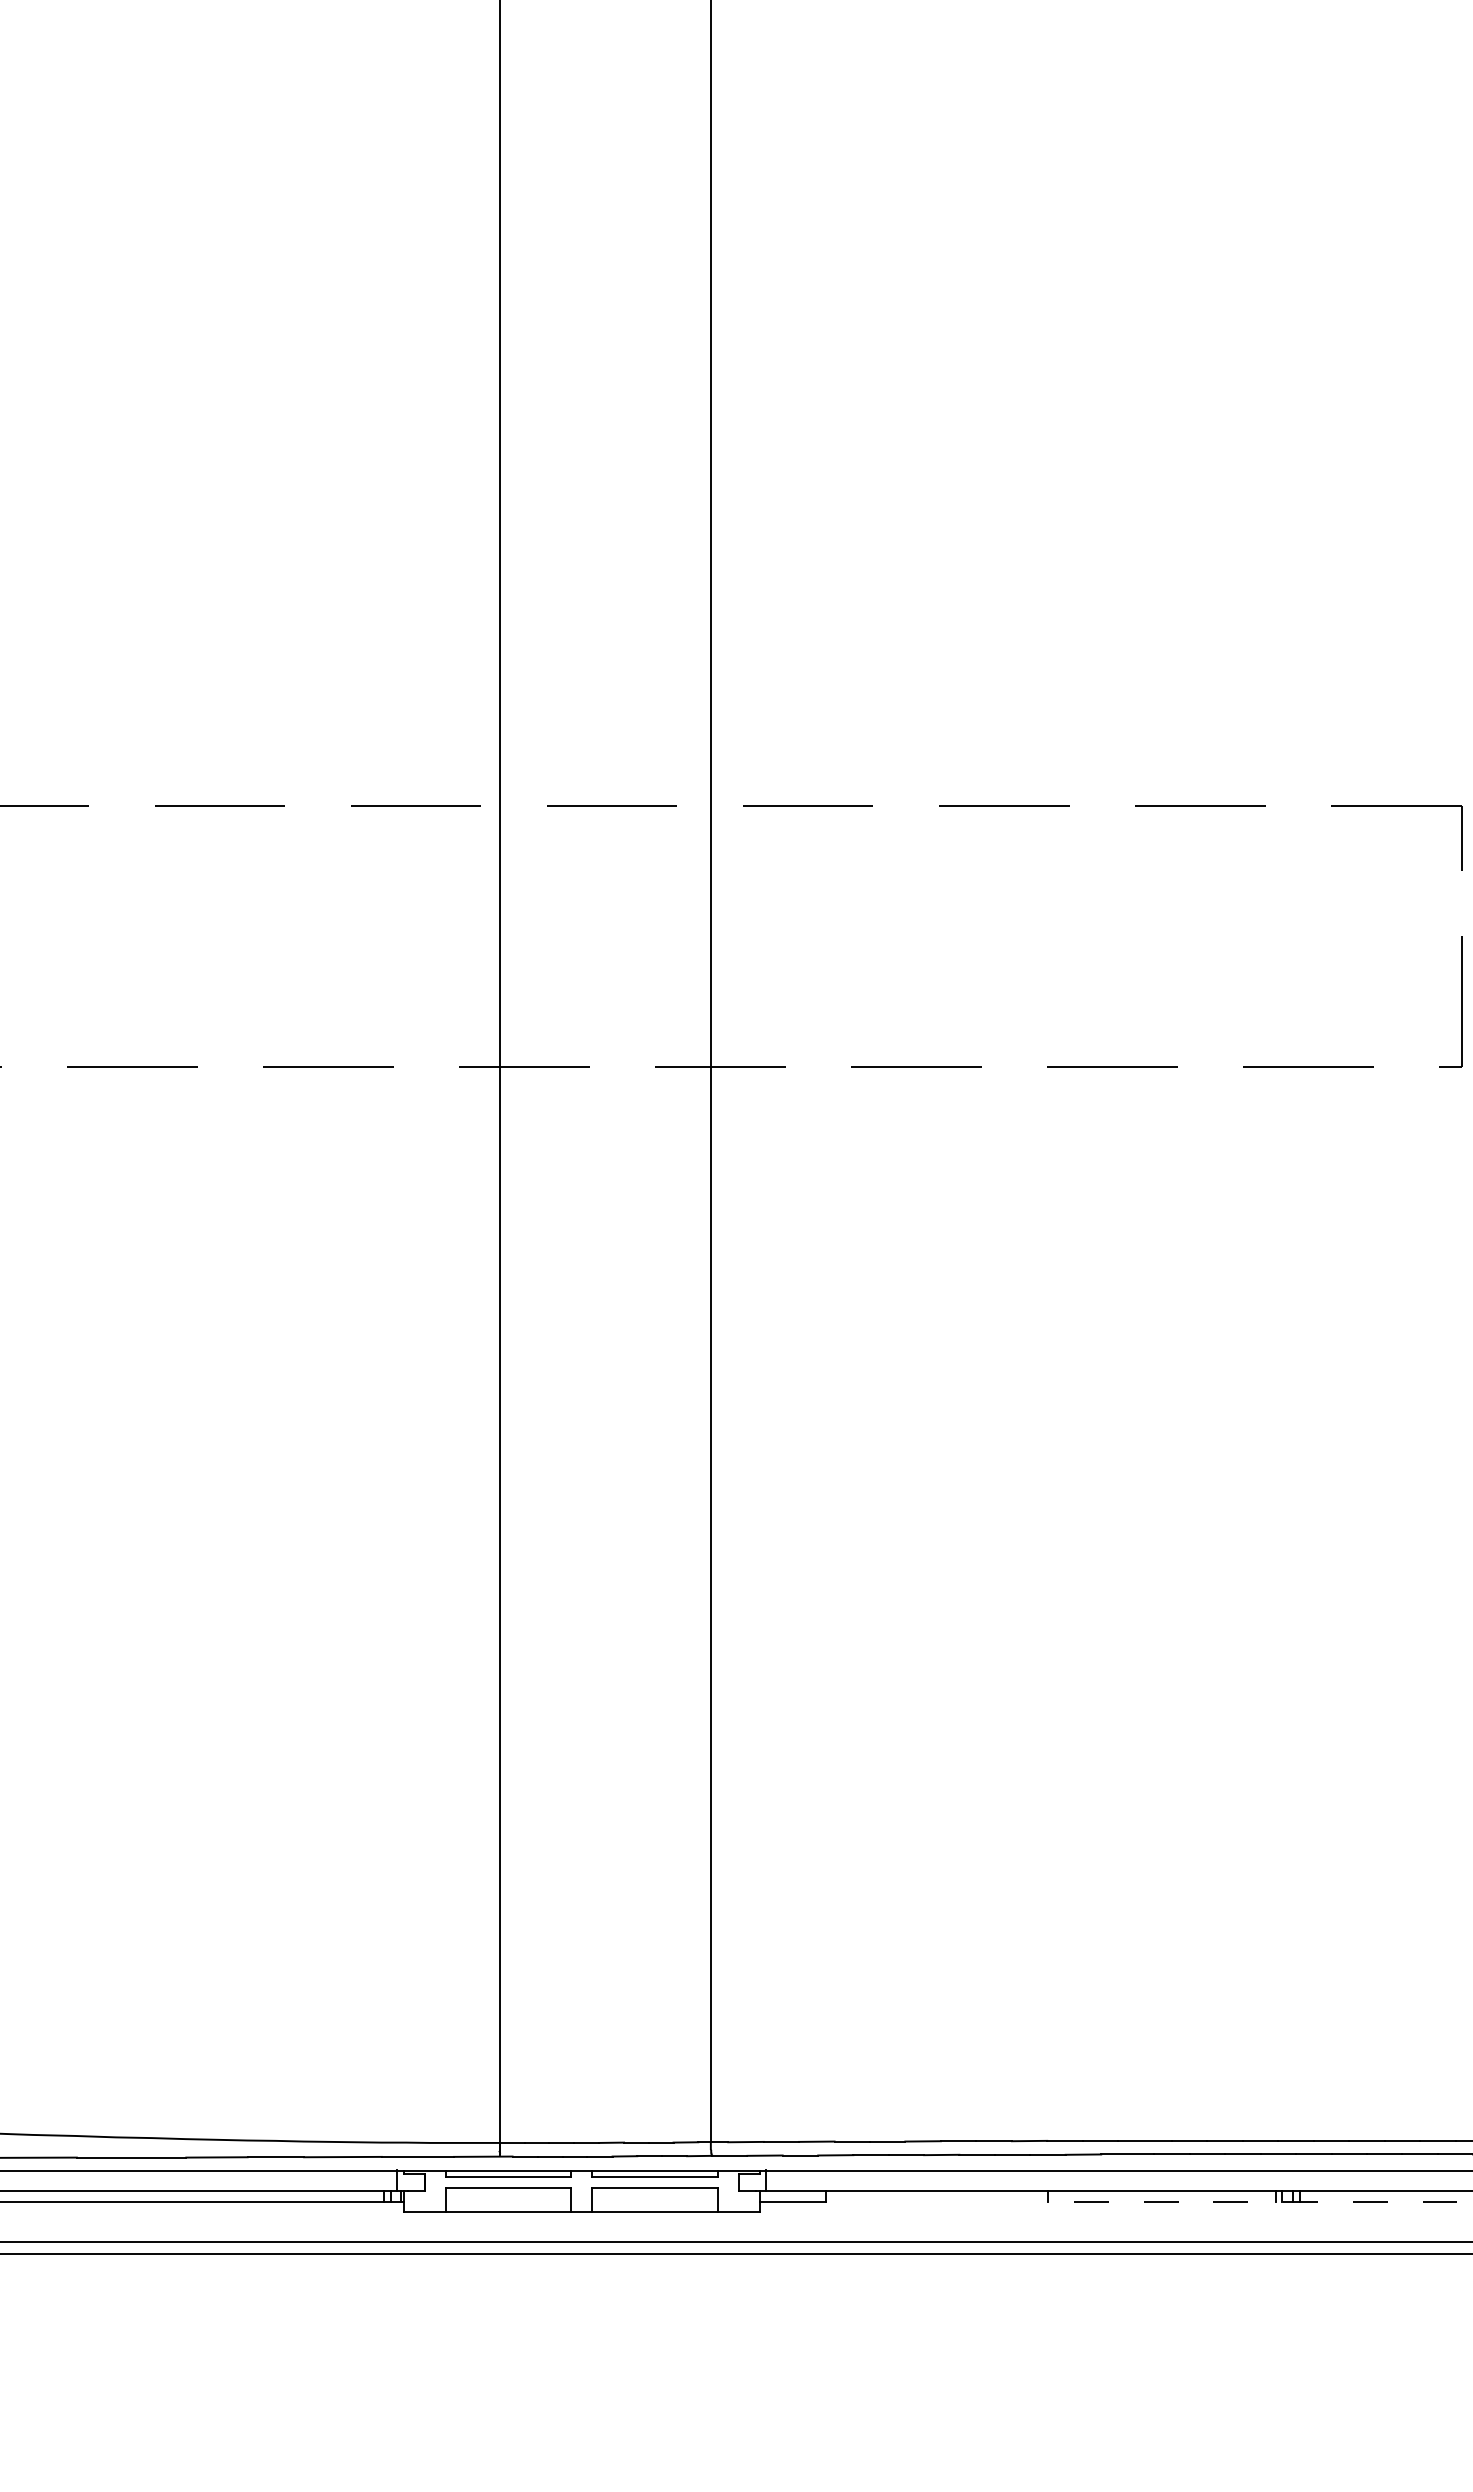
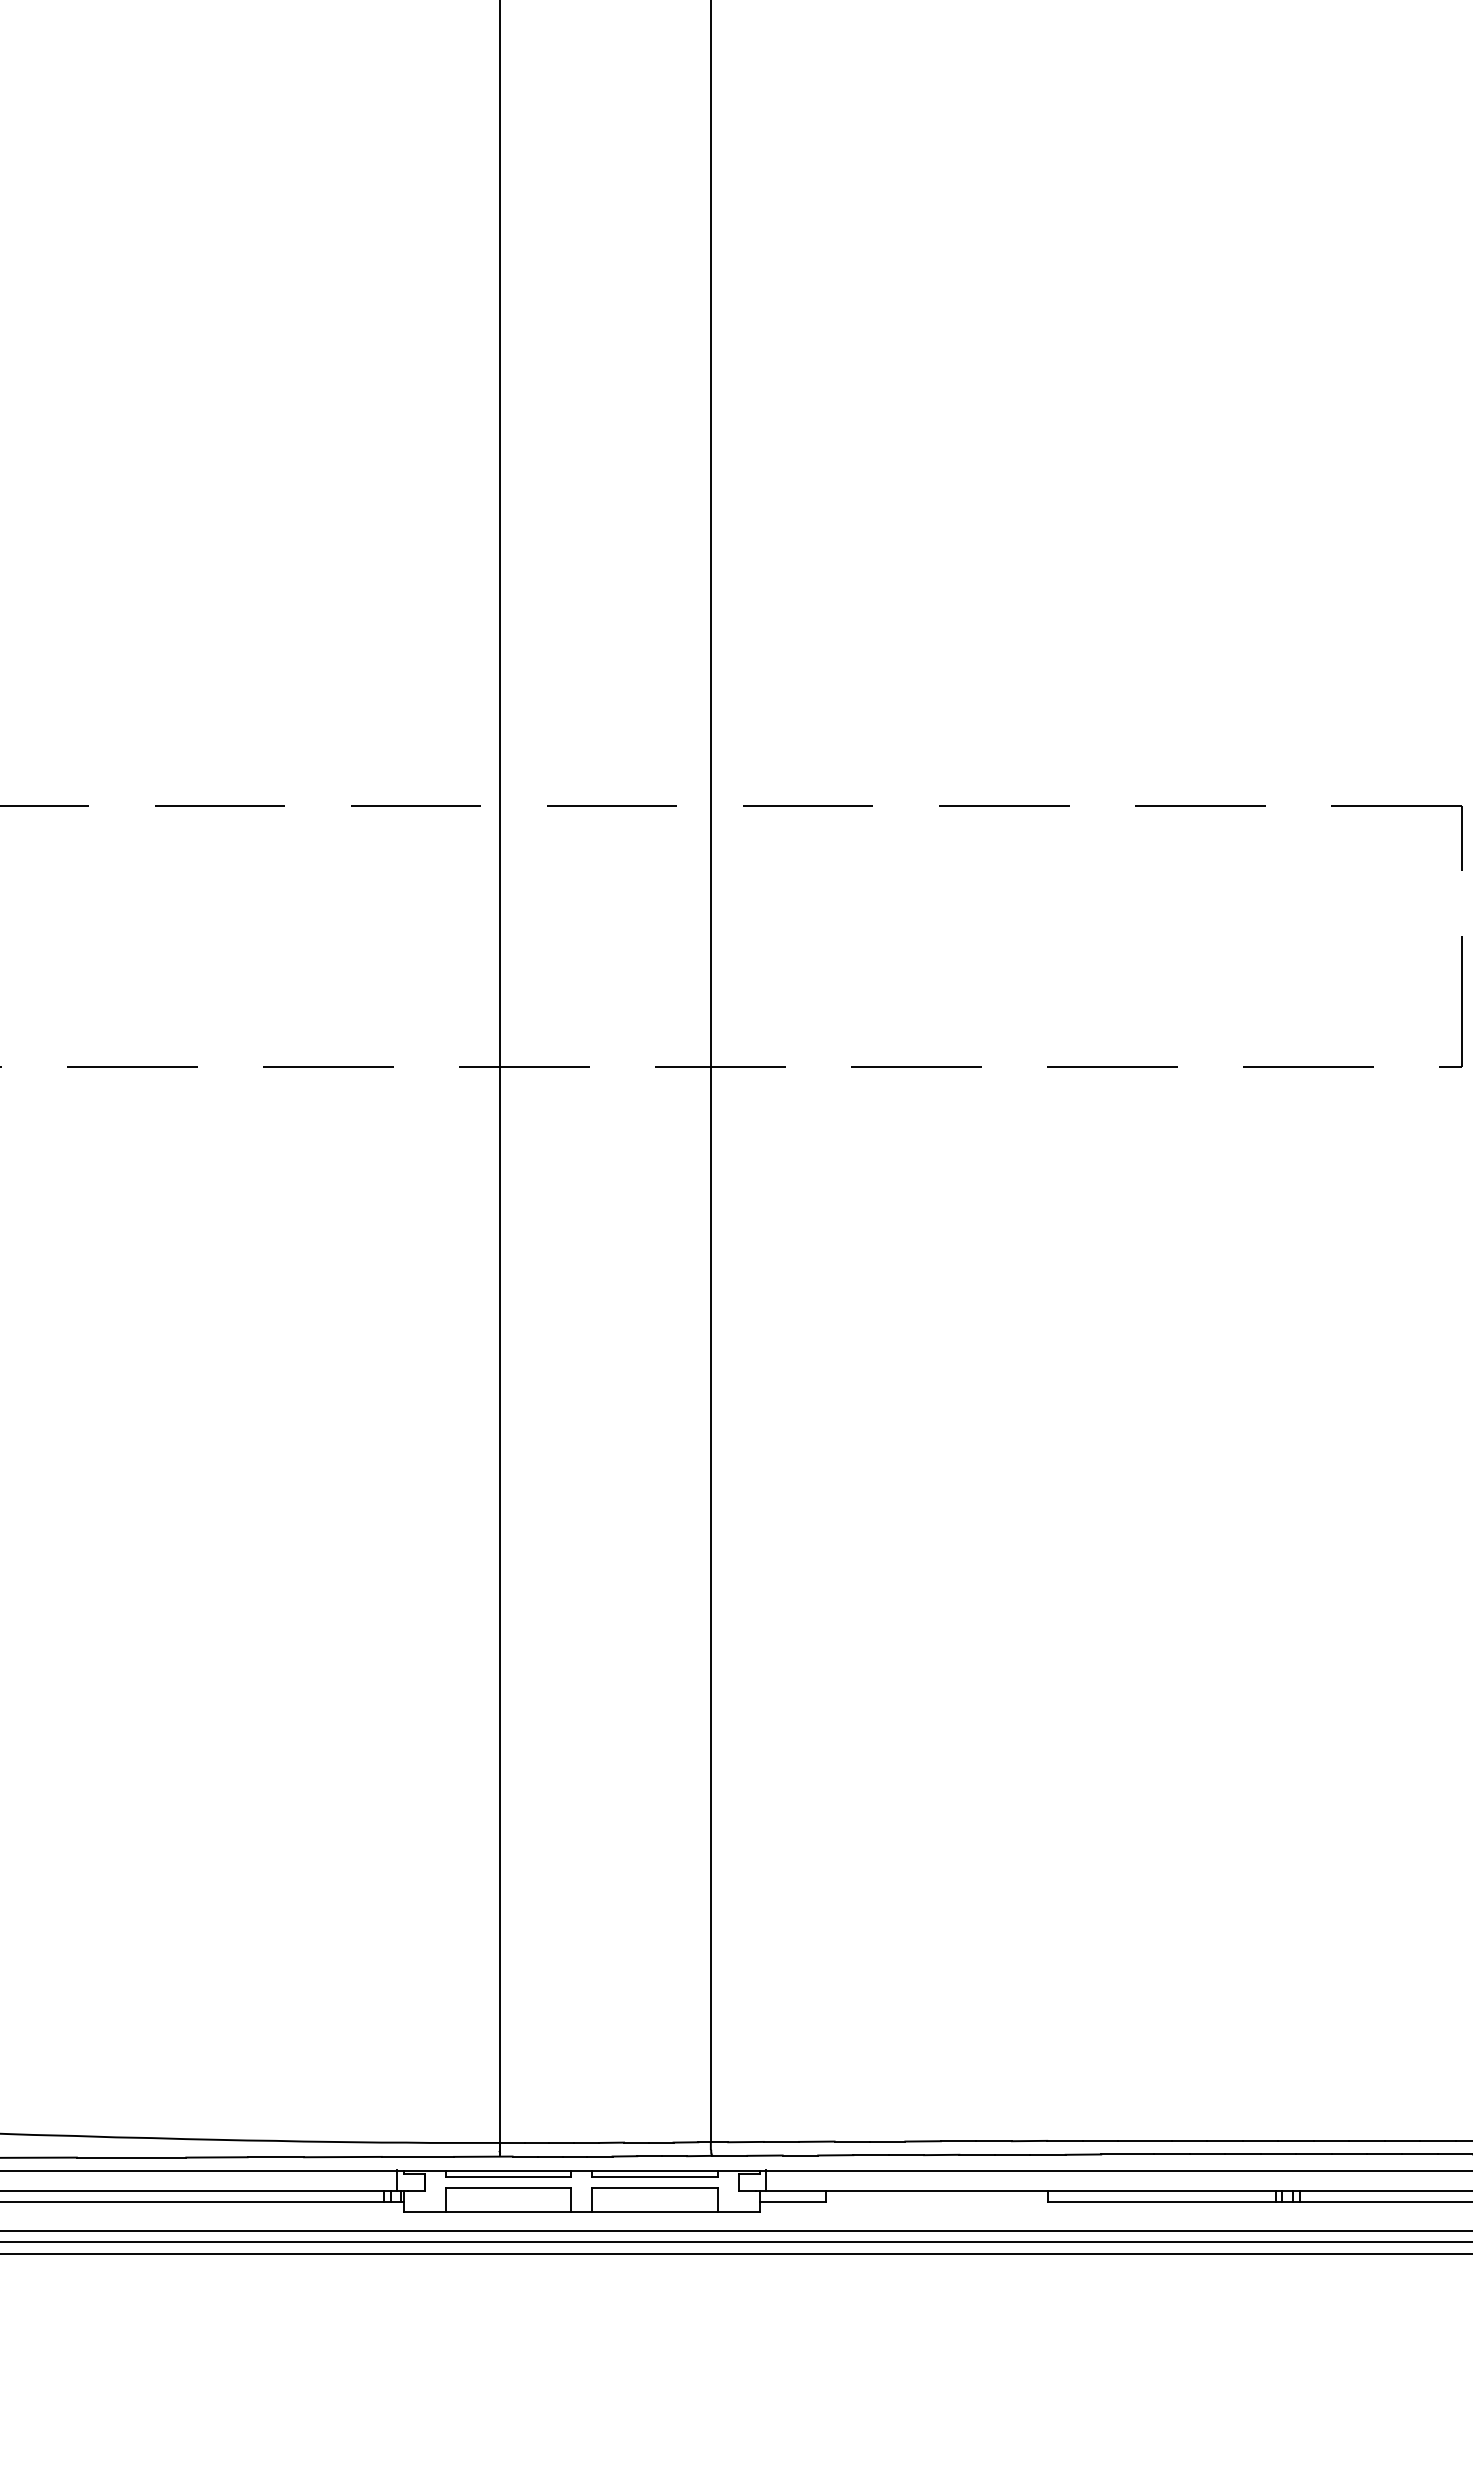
line at (1260, 2201): dashed -> solid
line at (735, 2231): none -> present
